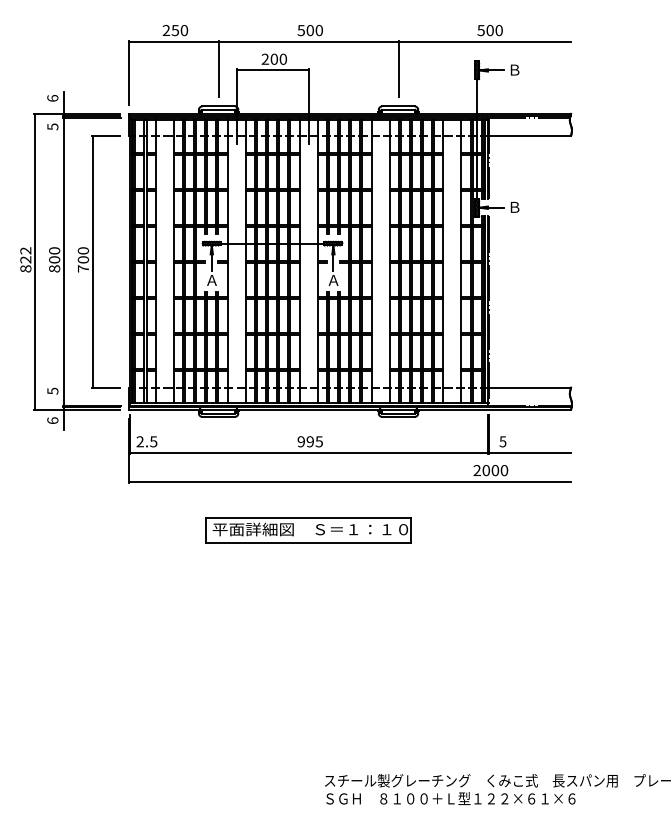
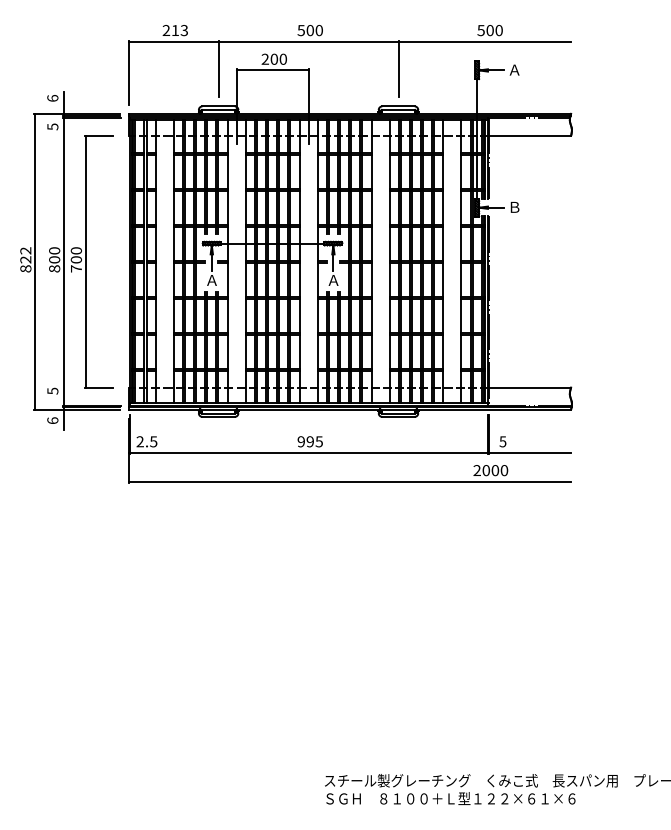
text at (179, 30): 250 -> 213
text at (514, 69): Ｂ -> Ａ
part at (98, 261) position: (98, 261) -> (91, 261)
part at (308, 530): present -> none
